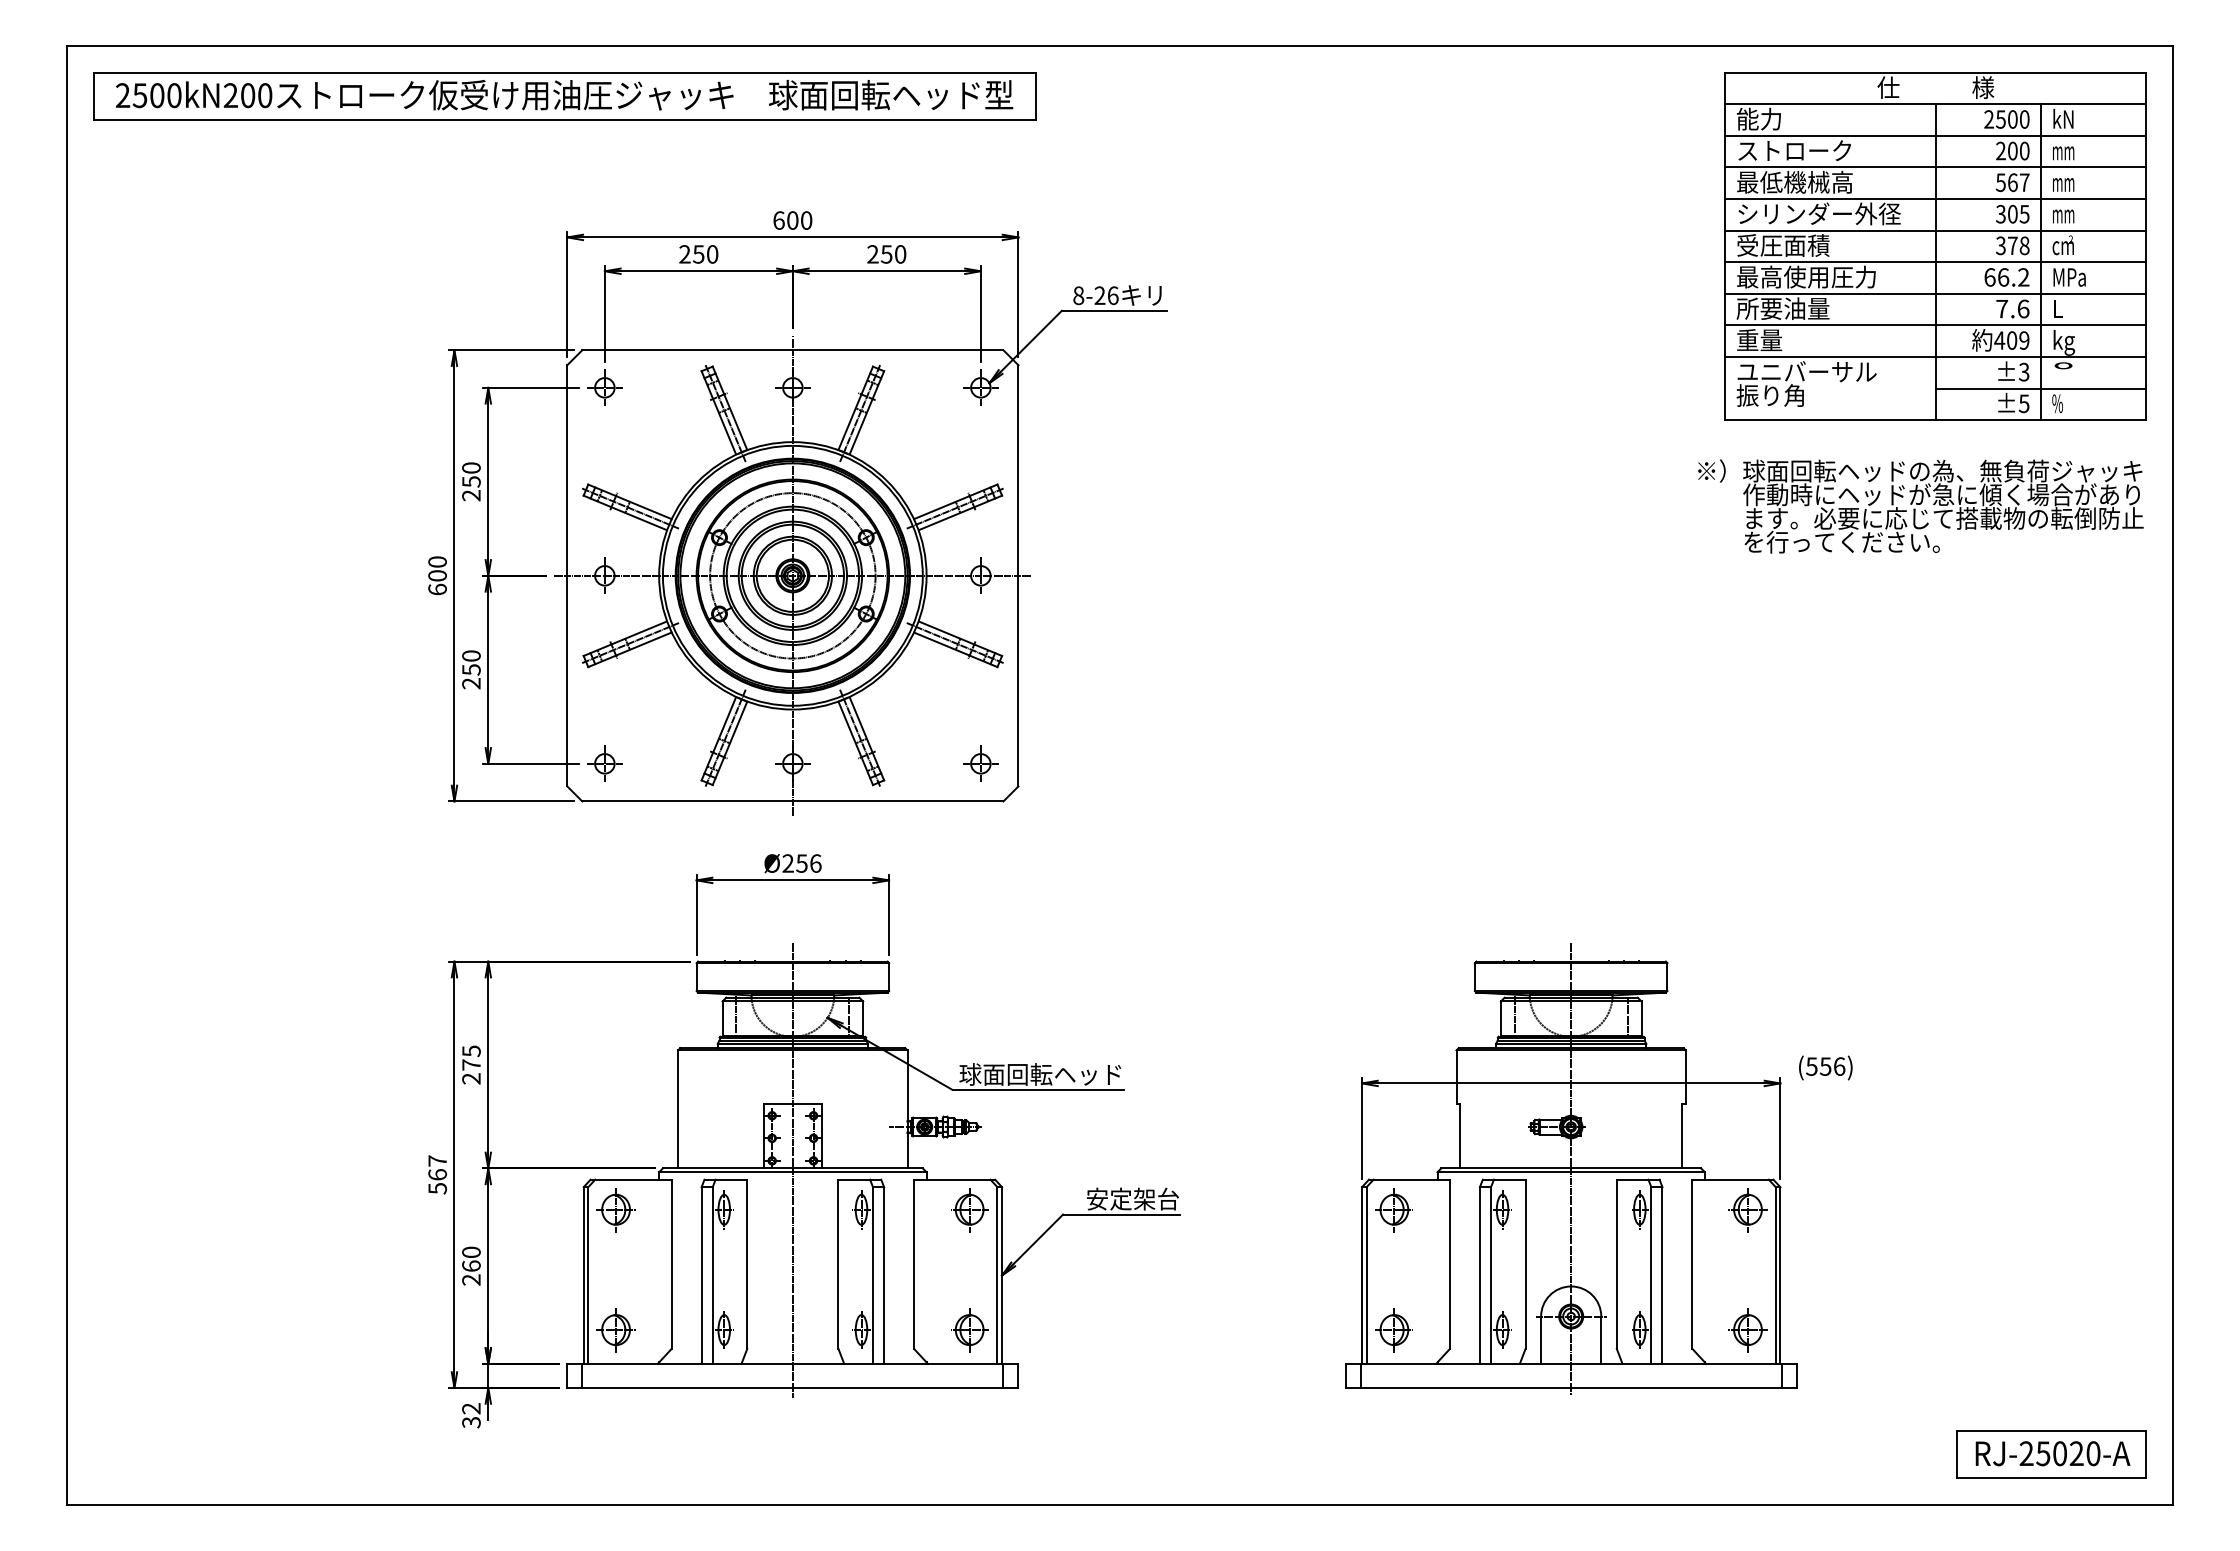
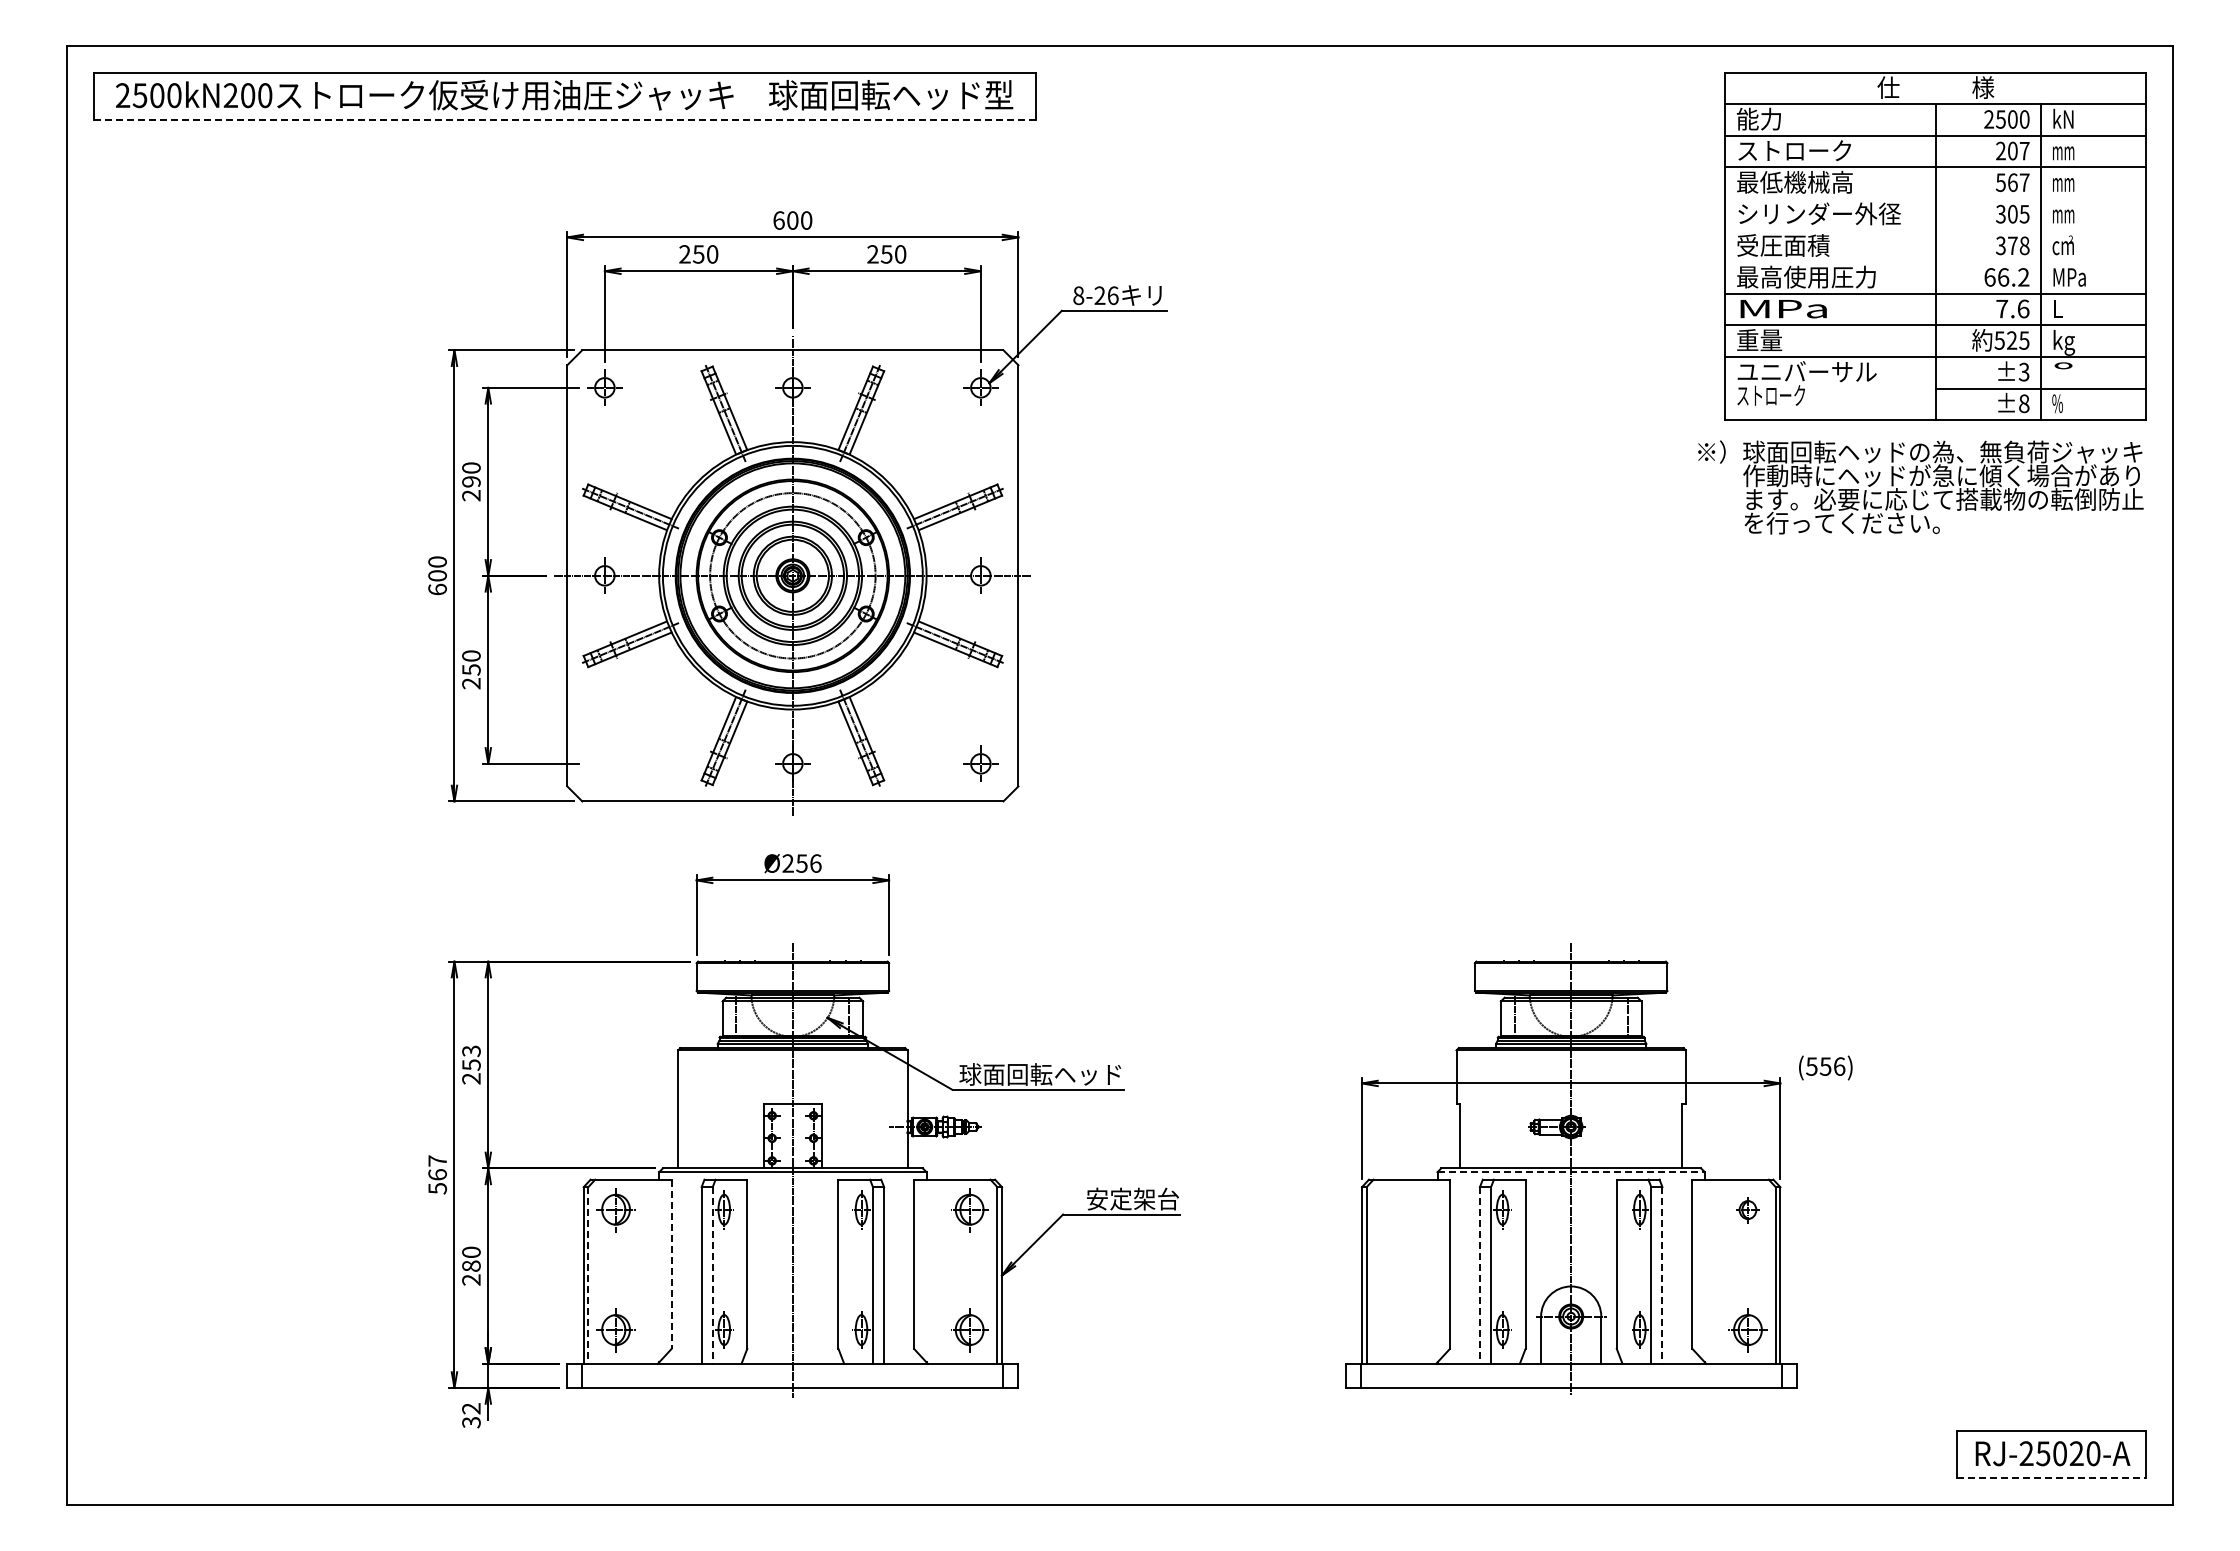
line at (565, 120): solid -> dashed
text at (2024, 150): 200 -> 207
line at (1935, 199): present -> none
line at (1935, 230): present -> none
line at (1935, 262): present -> none
text at (1782, 308): 所要油量 -> MPa
text at (2011, 340): 409 -> 525
text at (1770, 395): 振り角 -> ストローク
text at (2023, 403): ±5 -> ±8
text at (471, 481): 250 -> 290
text at (1920, 506) position: (1920, 506) -> (1920, 487)
part at (604, 763): present -> none
text at (471, 1057): 275 -> 253
line at (1571, 1172): solid -> dashed
part at (1393, 1210): present -> none
part at (1747, 1210) size: 40x45 px -> 24x27 px
line at (671, 1264): solid -> dashed
text at (471, 1265): 260 -> 280
line at (588, 1276): solid -> dashed
line at (712, 1276): solid -> dashed
line at (1479, 1276): solid -> dashed
line at (1662, 1276): solid -> dashed
part at (1393, 1330): present -> none
line at (2051, 1478): solid -> dashed
